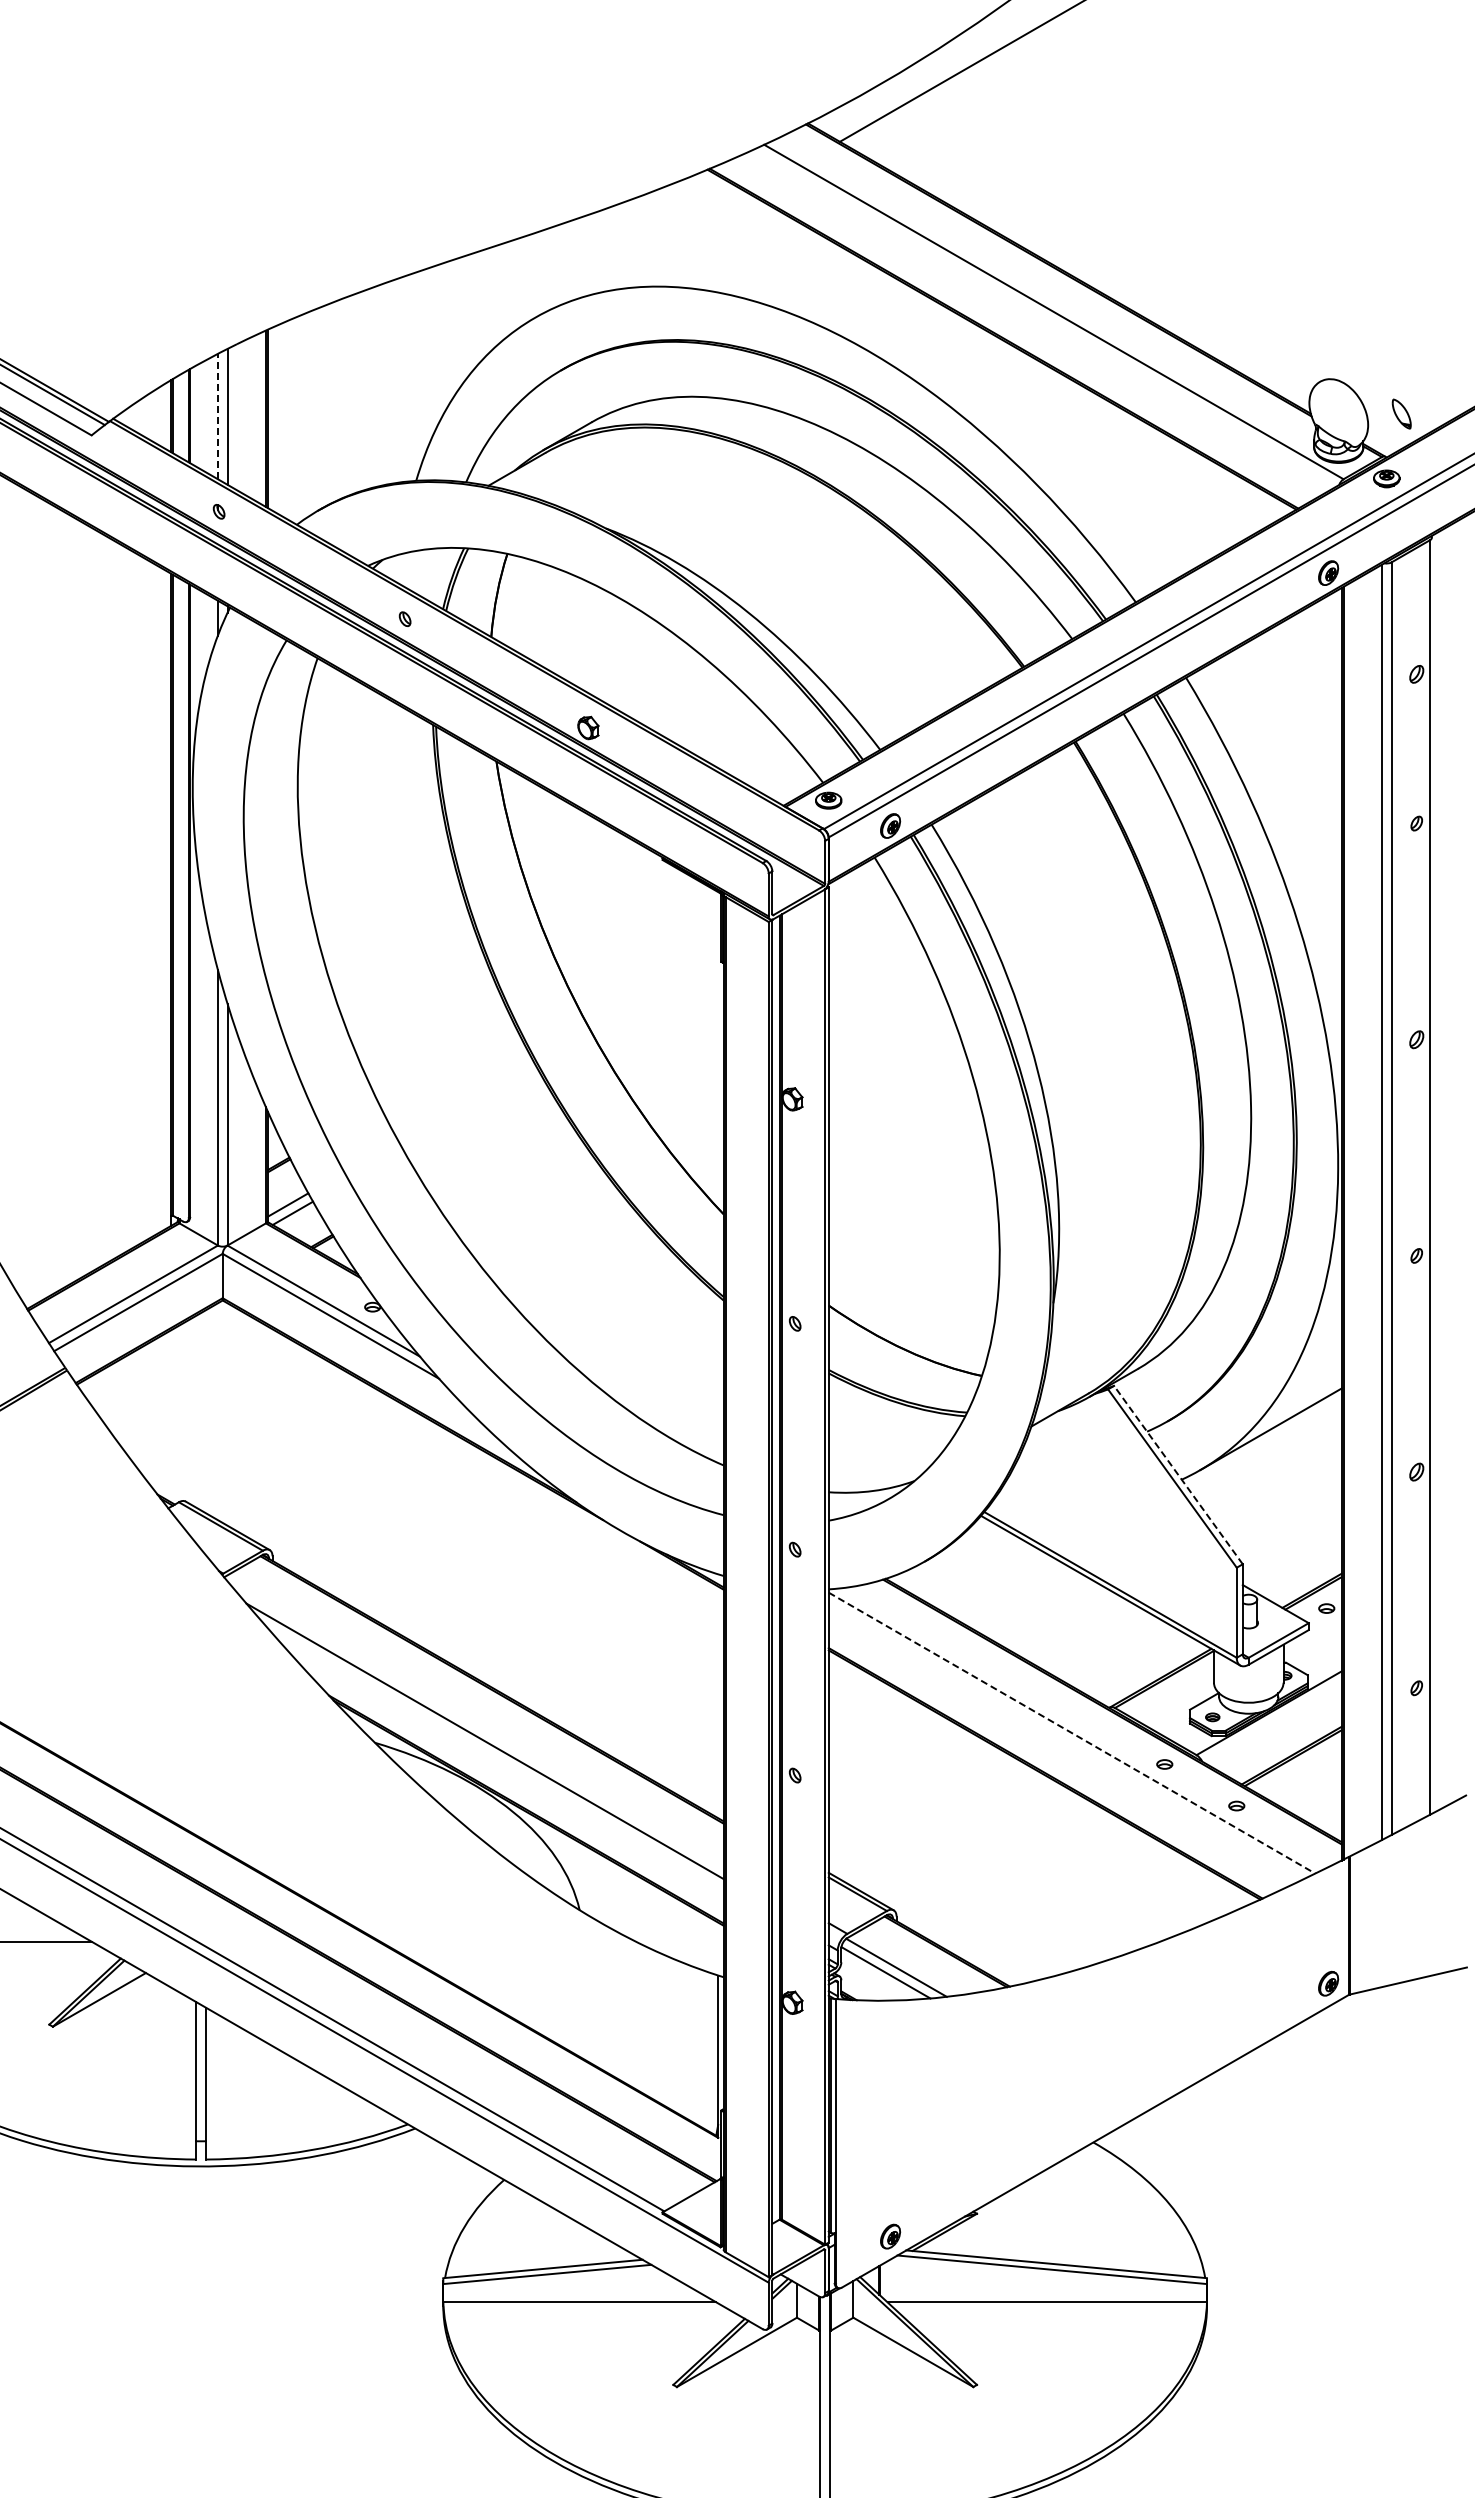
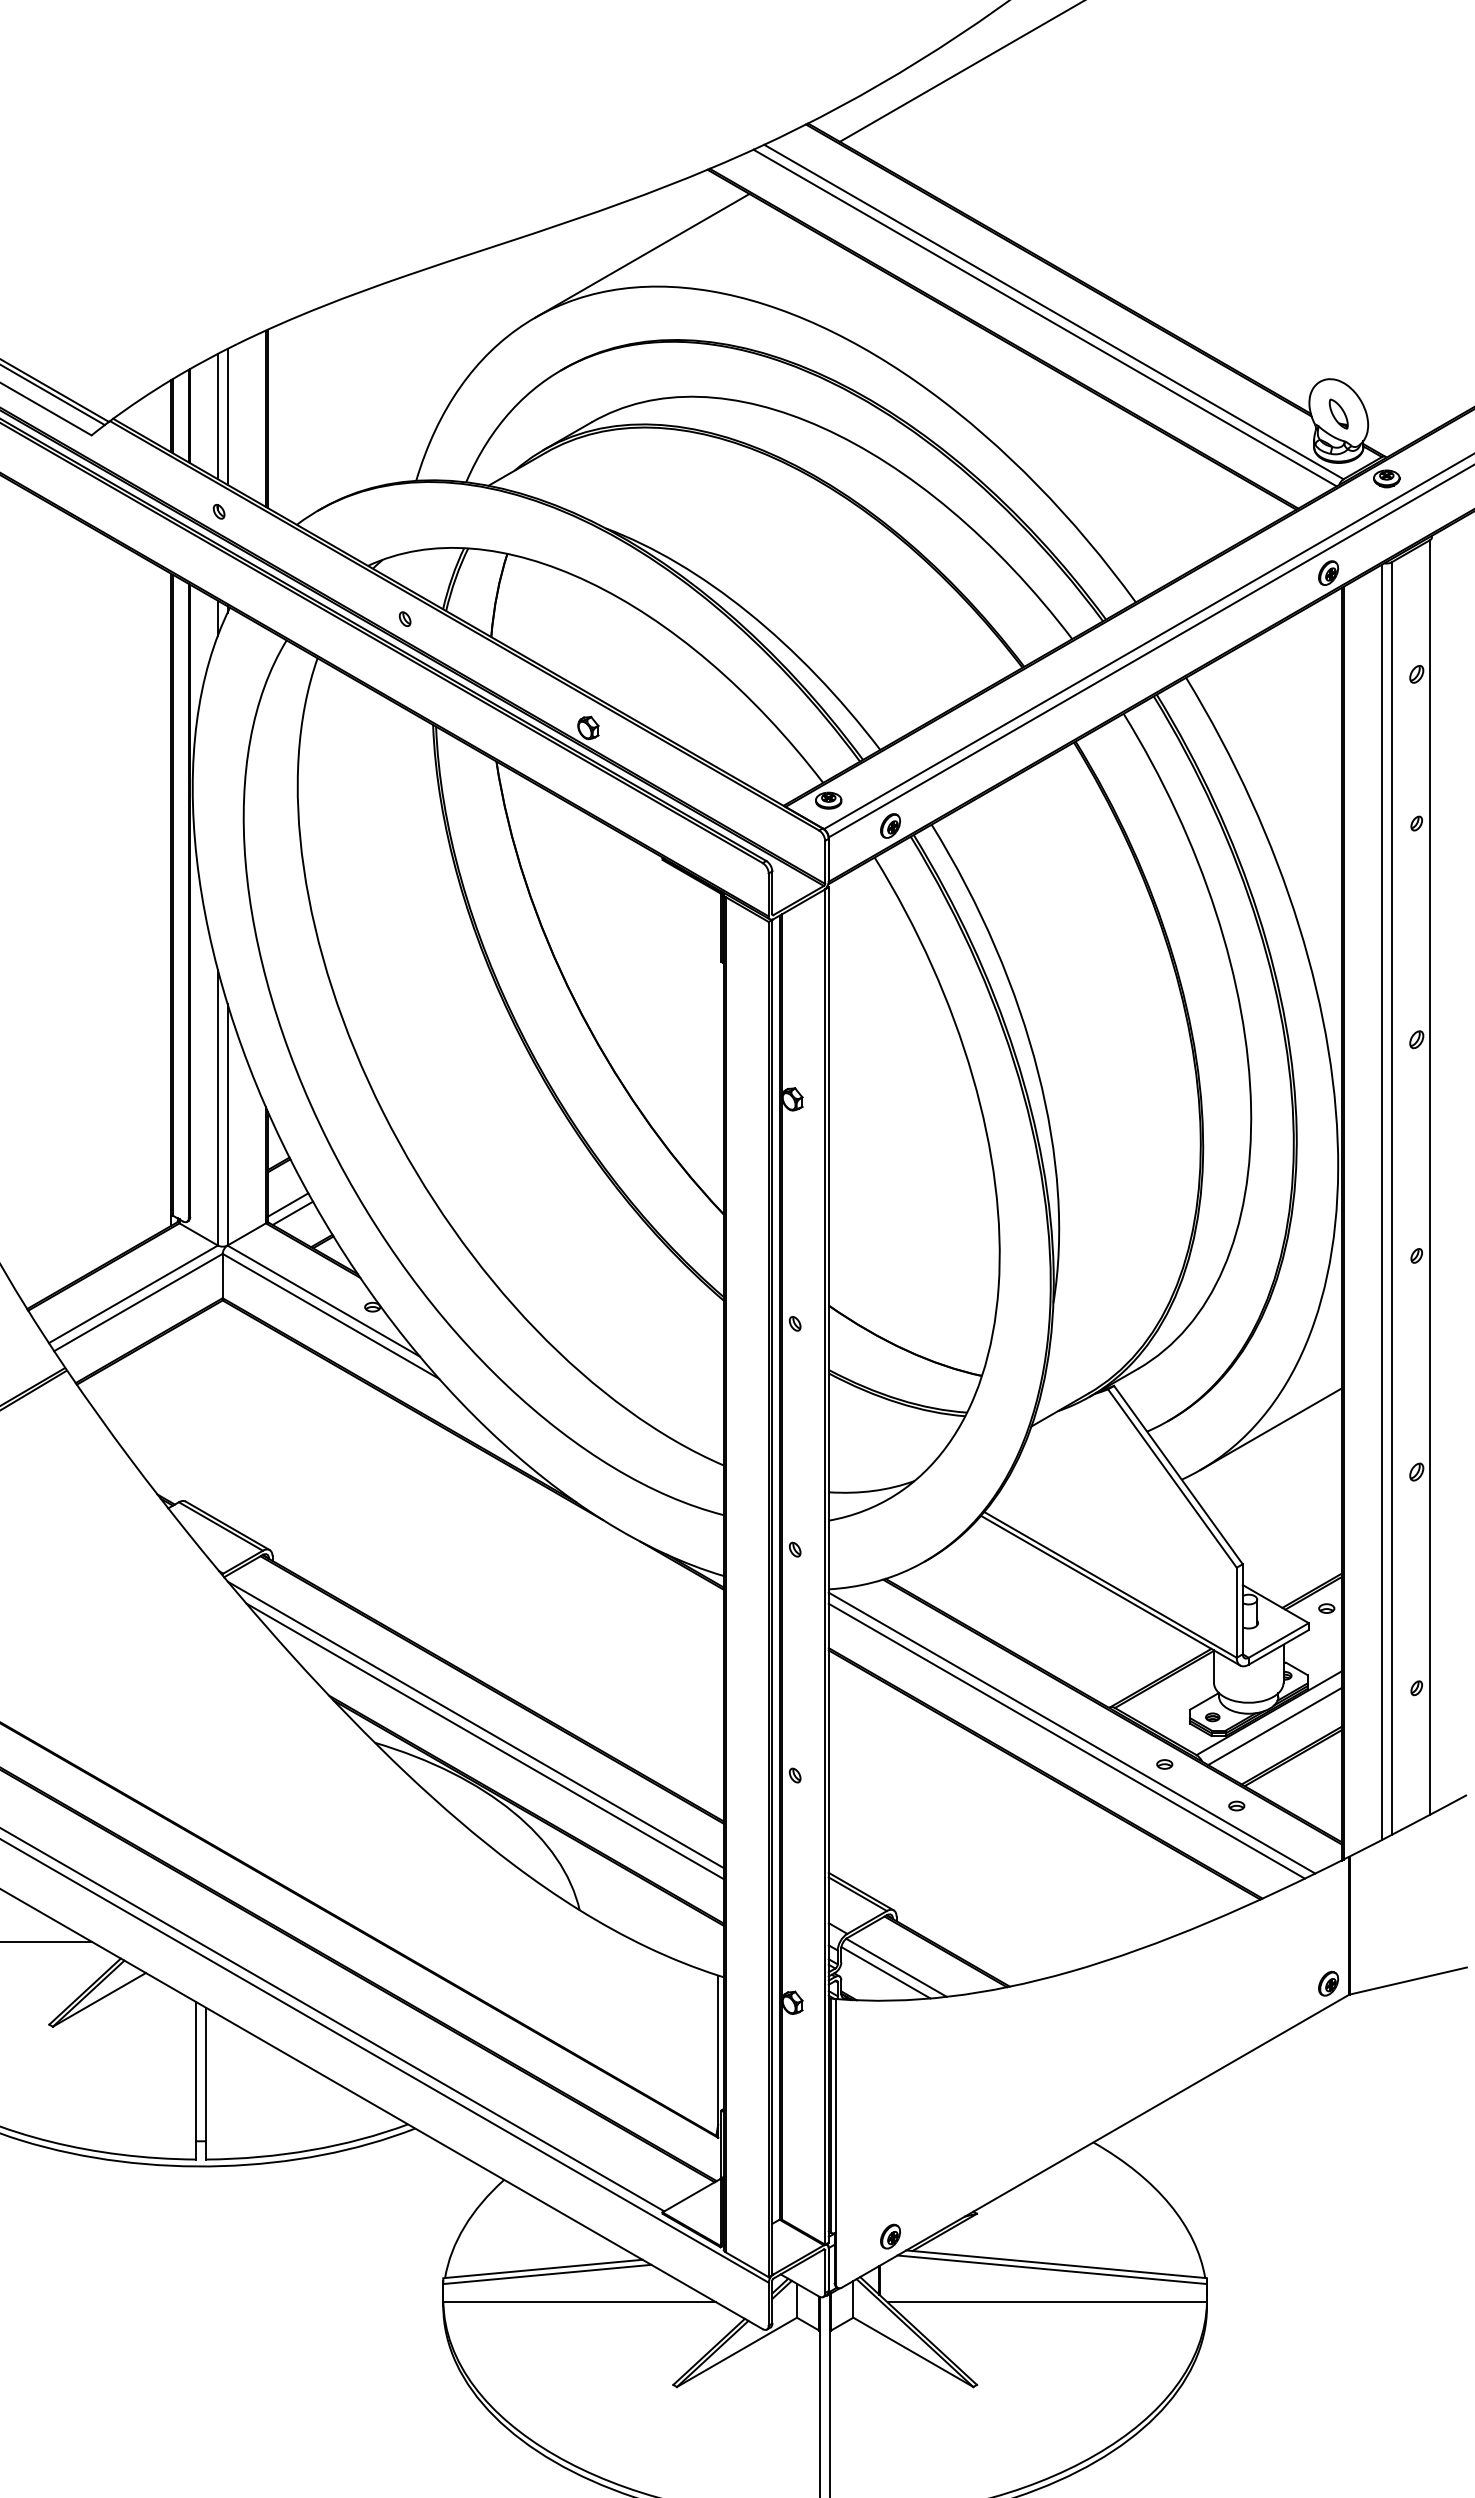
line at (642, 255): none -> present
line at (1044, 317): none -> present
part at (1401, 413) position: (1401, 413) -> (1338, 413)
line at (217, 416): dashed -> solid
line at (1178, 1475): dashed -> solid
line at (475, 1724): none -> present
line at (1274, 1726): none -> present
line at (1072, 1733): dashed -> solid
line at (1066, 1740): none -> present
